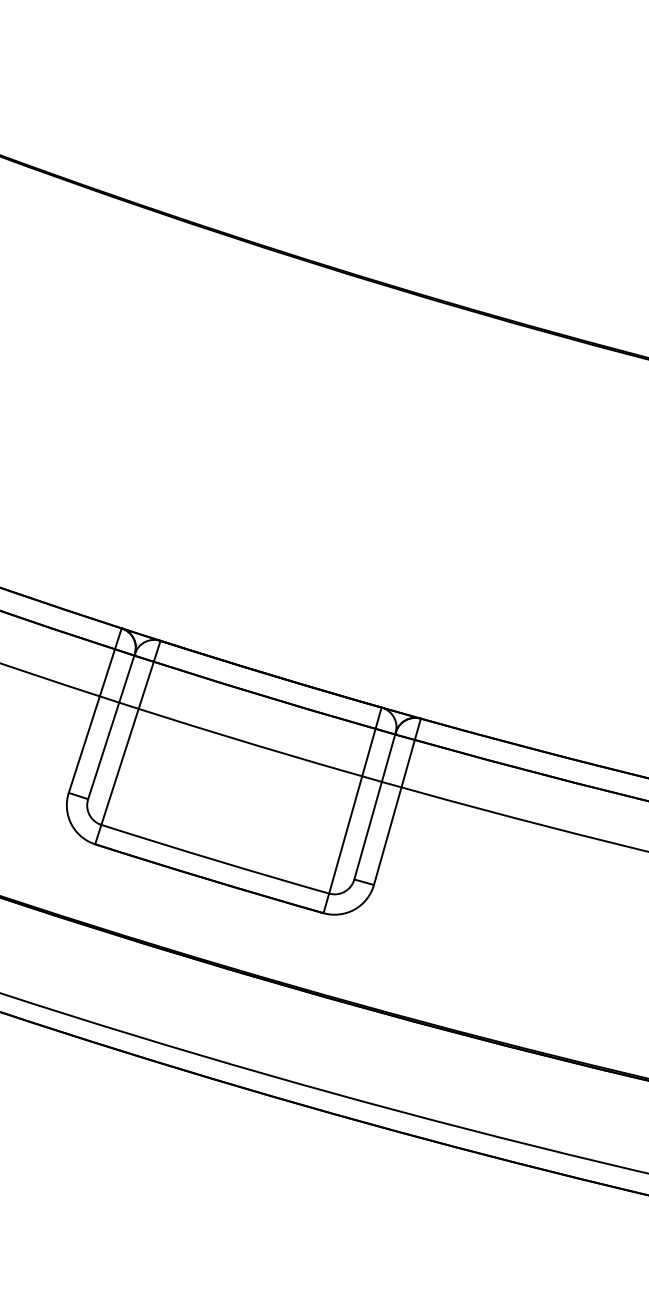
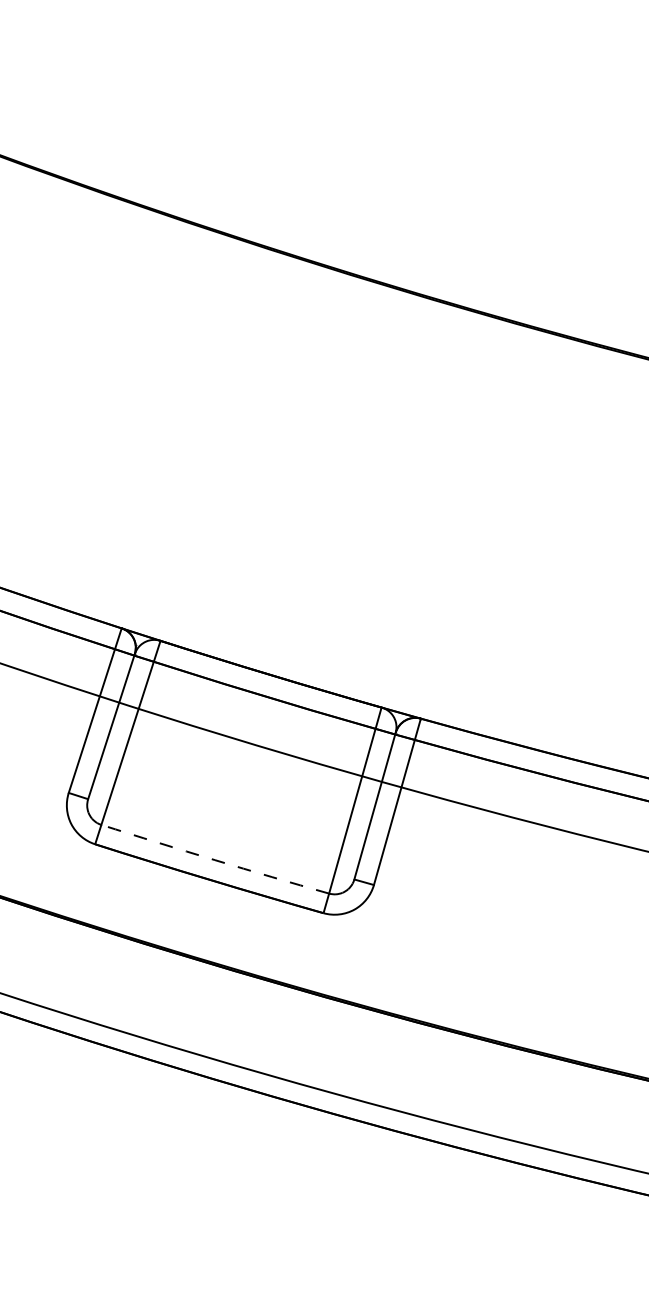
arc at (215, 860): solid -> dashed
